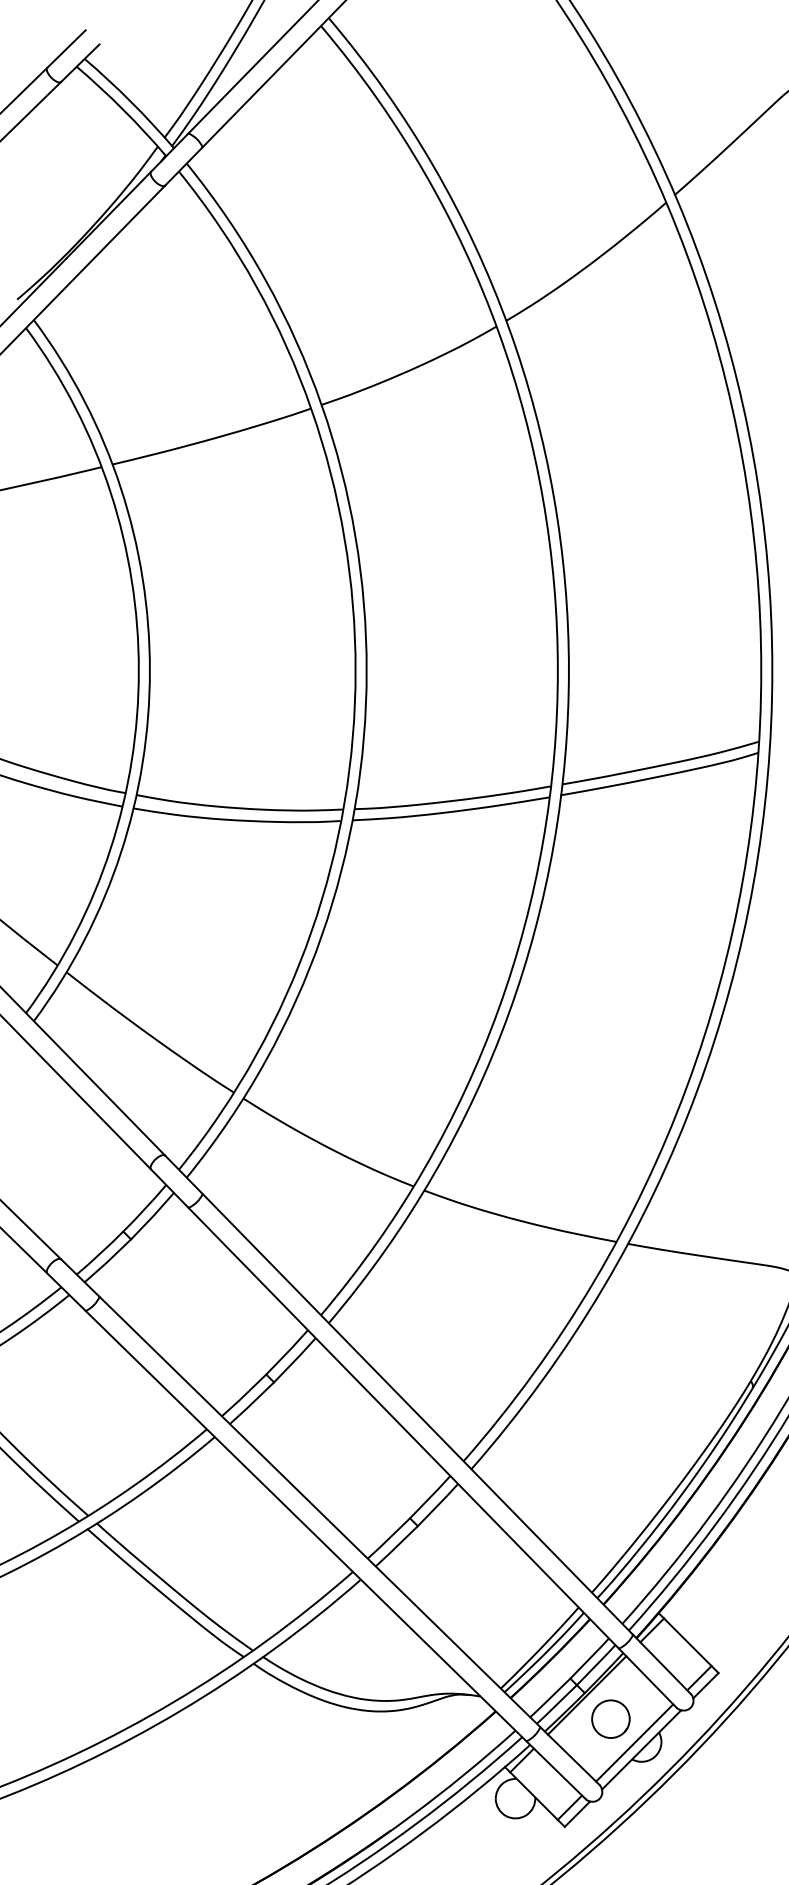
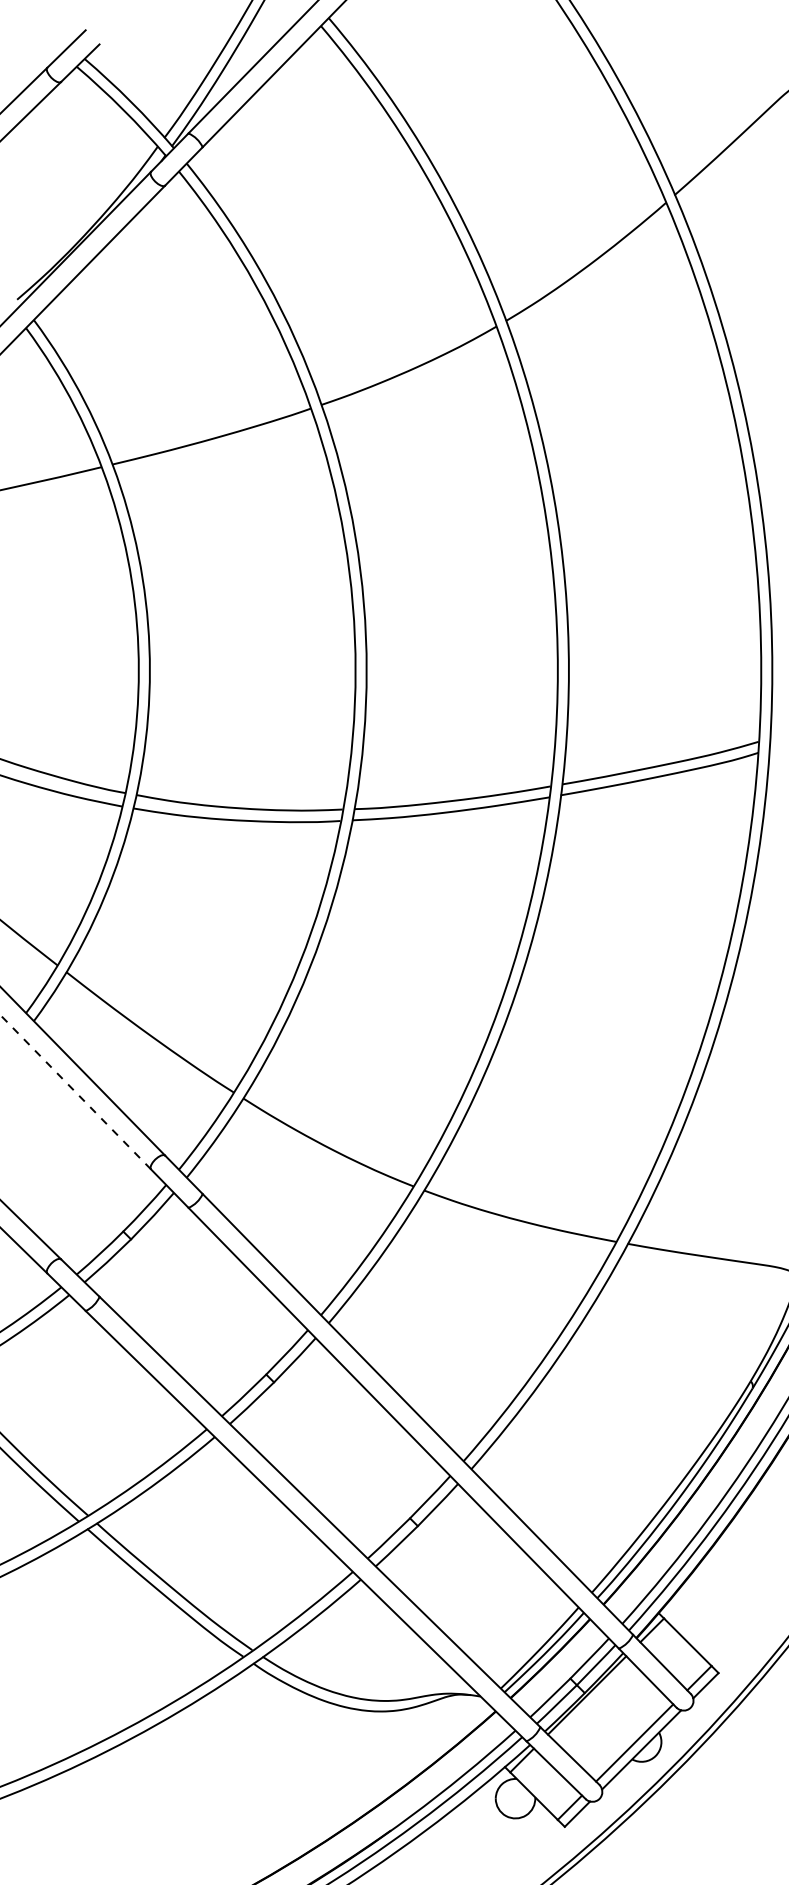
line at (75, 1092): solid -> dashed
circle at (610, 1718): present -> none
